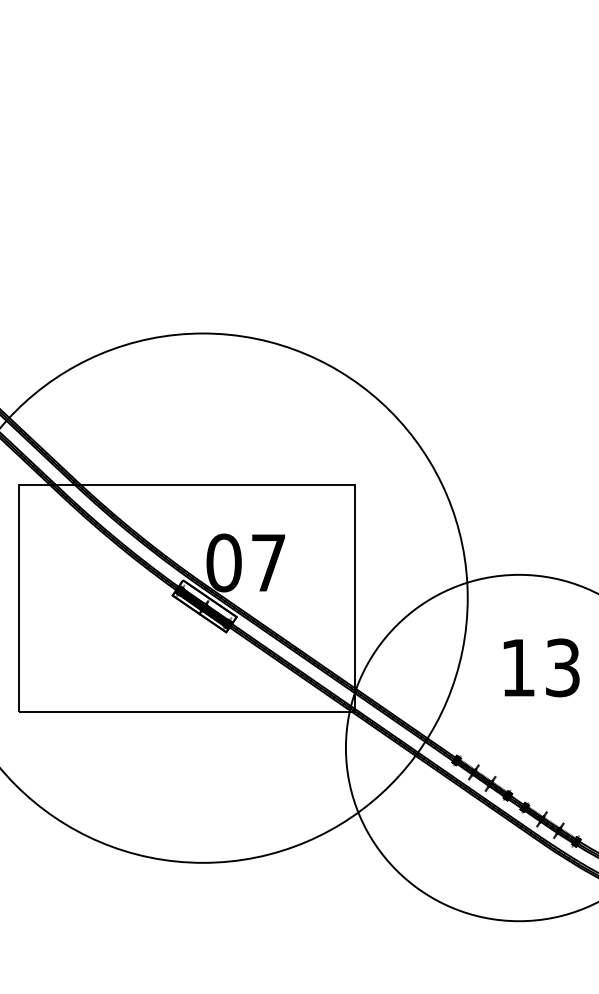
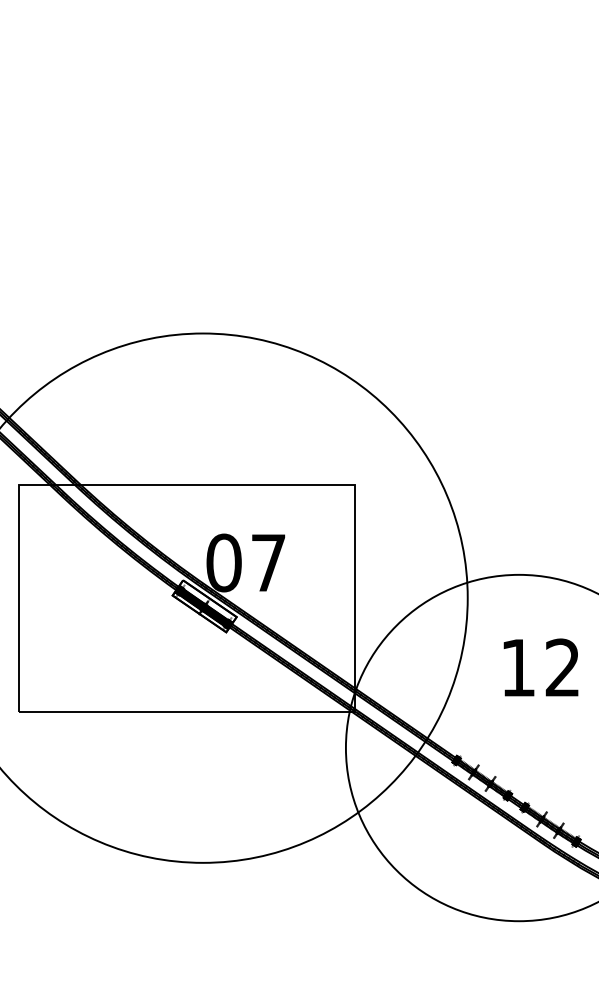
text at (562, 667): 13 -> 12
